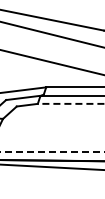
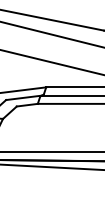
line at (70, 103): dashed -> solid
line at (51, 152): dashed -> solid
